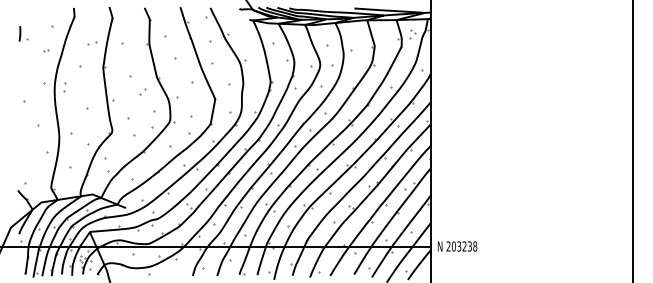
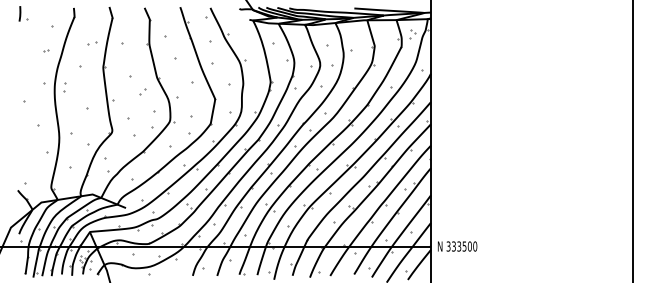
part at (23, 33) position: (23, 33) -> (23, 13)
text at (461, 246): 203238 -> 333500
